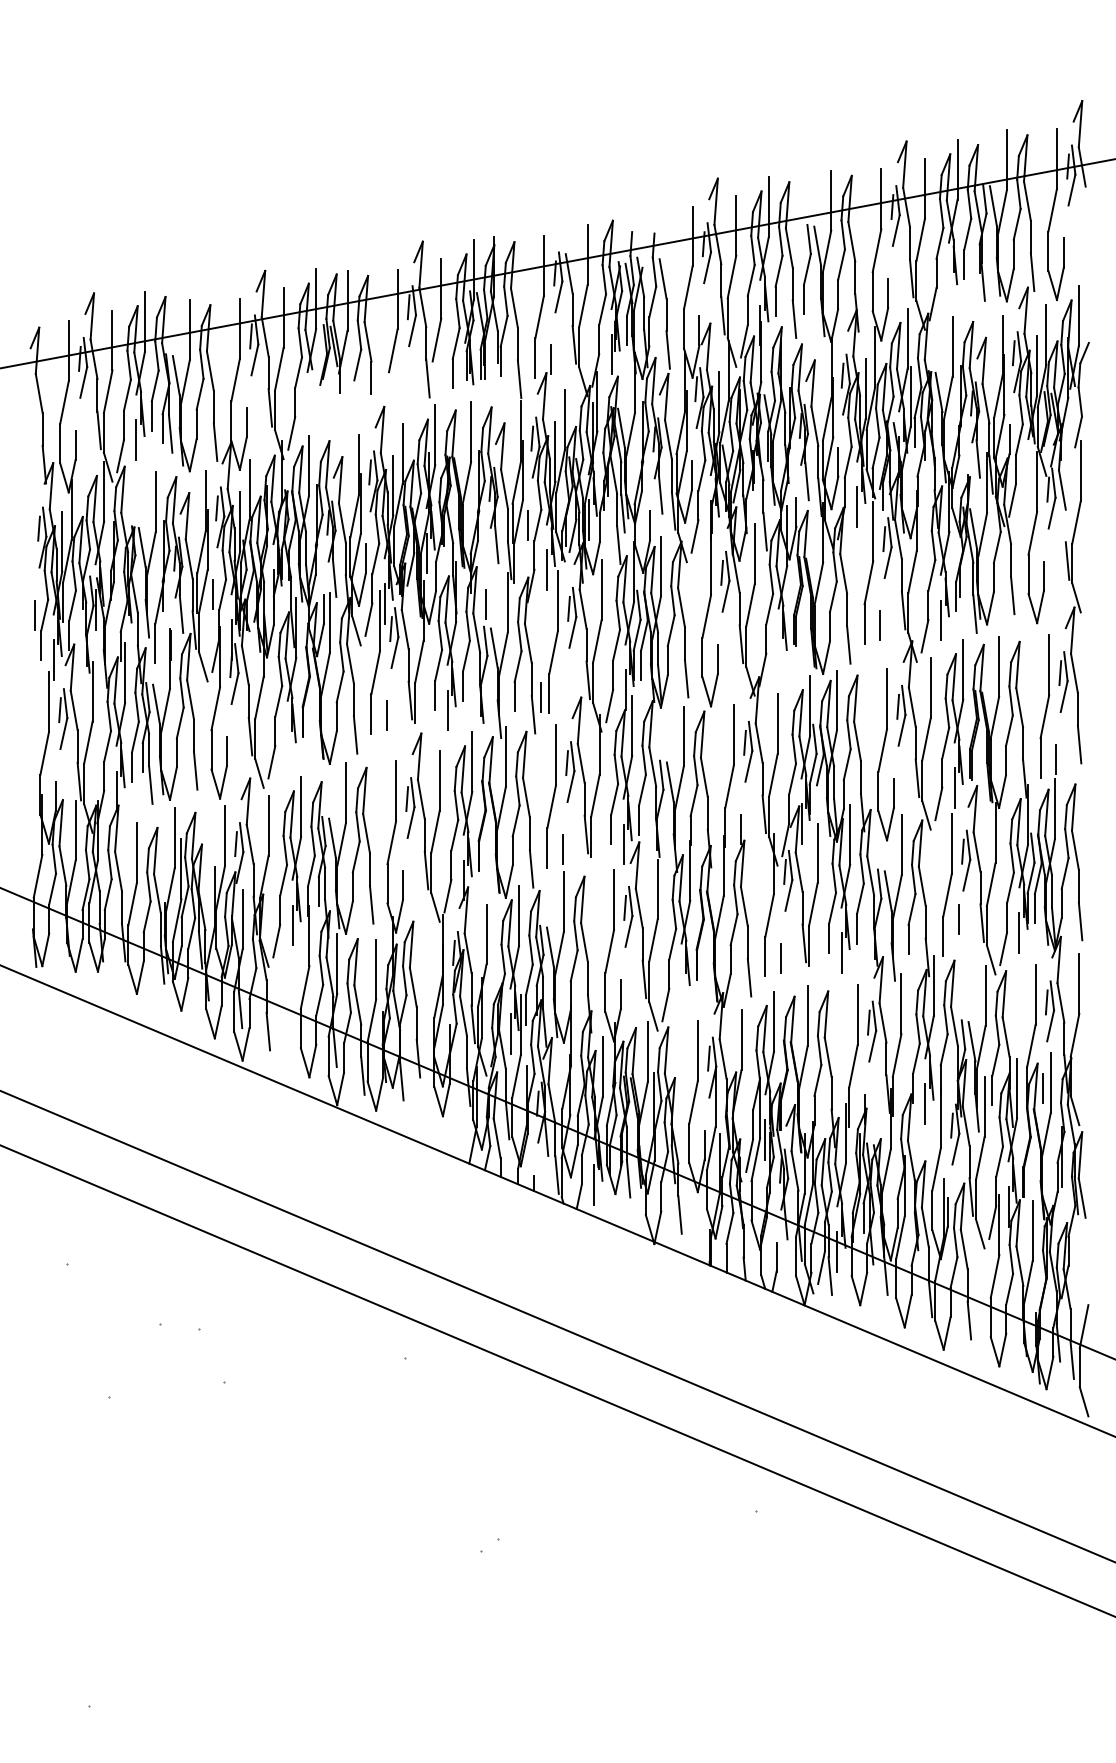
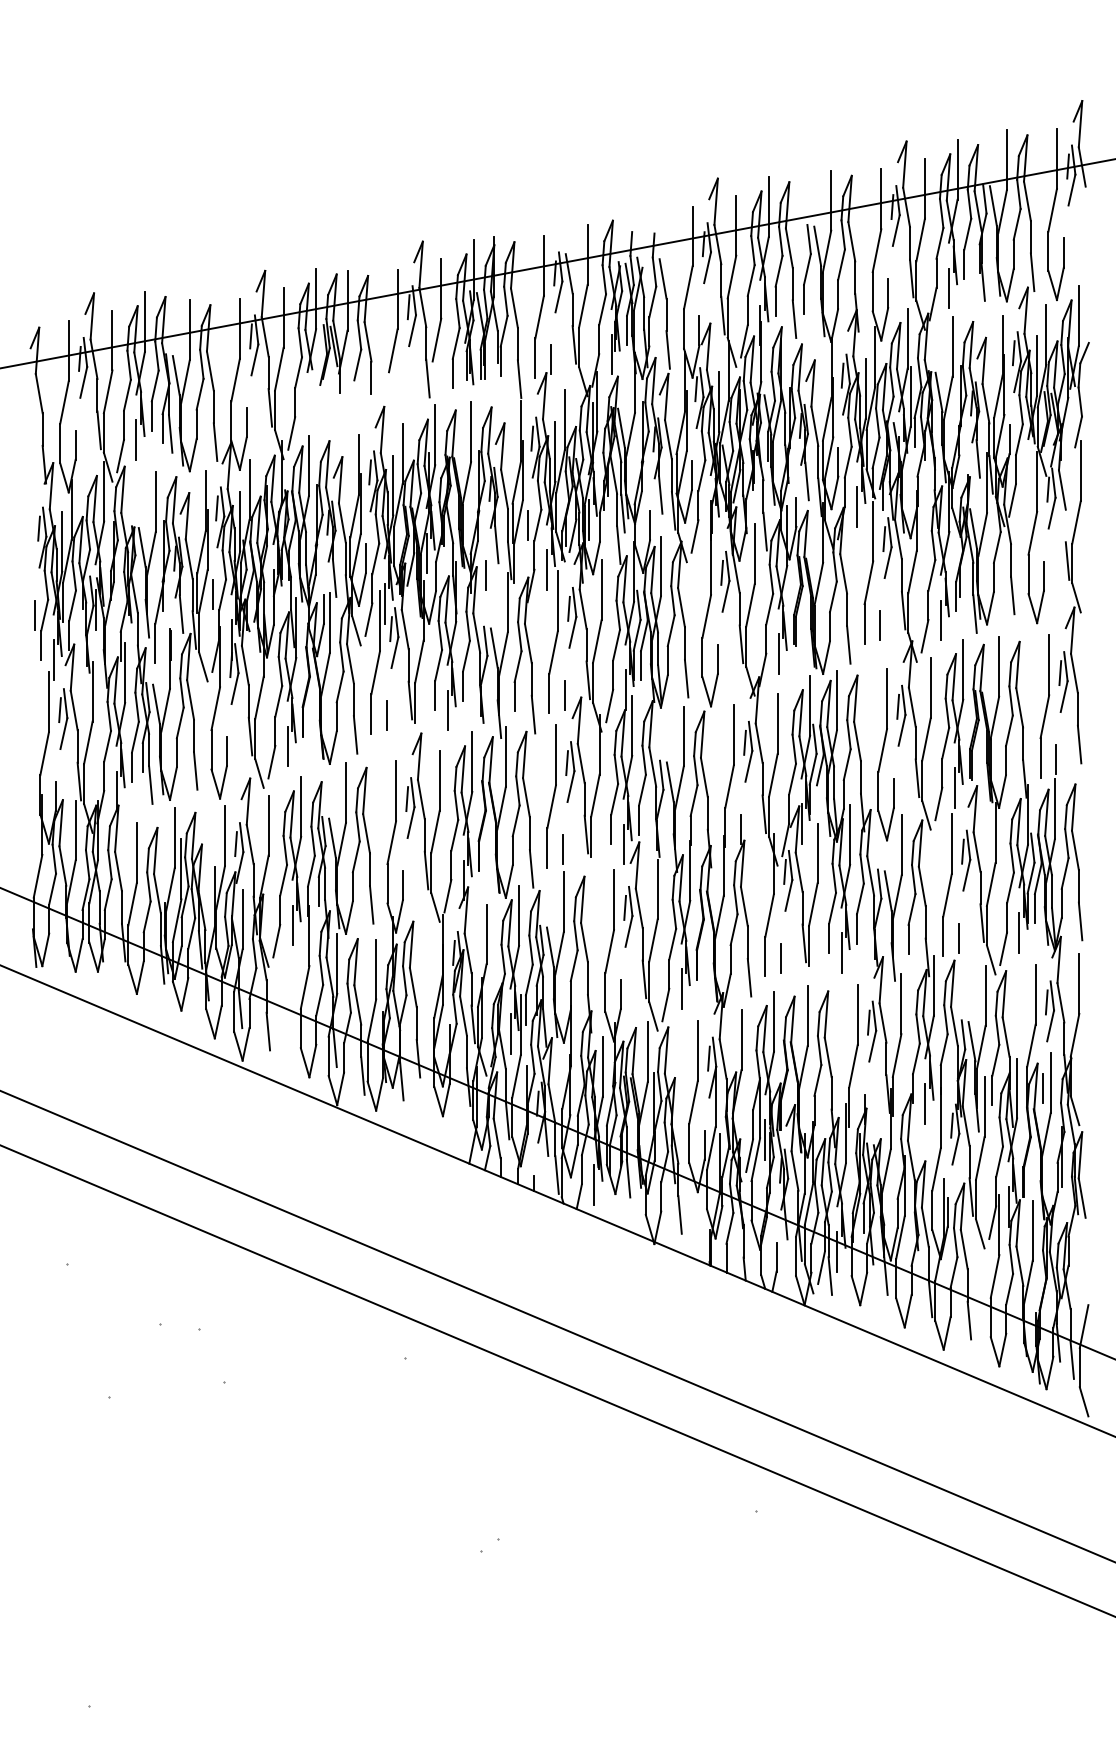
line at (948, 287): none -> present
line at (485, 604) position: (485, 604) -> (485, 575)
line at (778, 653): none -> present
line at (540, 697) position: (540, 697) -> (564, 695)
line at (287, 746): none -> present
line at (958, 919) position: (958, 919) -> (958, 938)
line at (681, 988): none -> present
